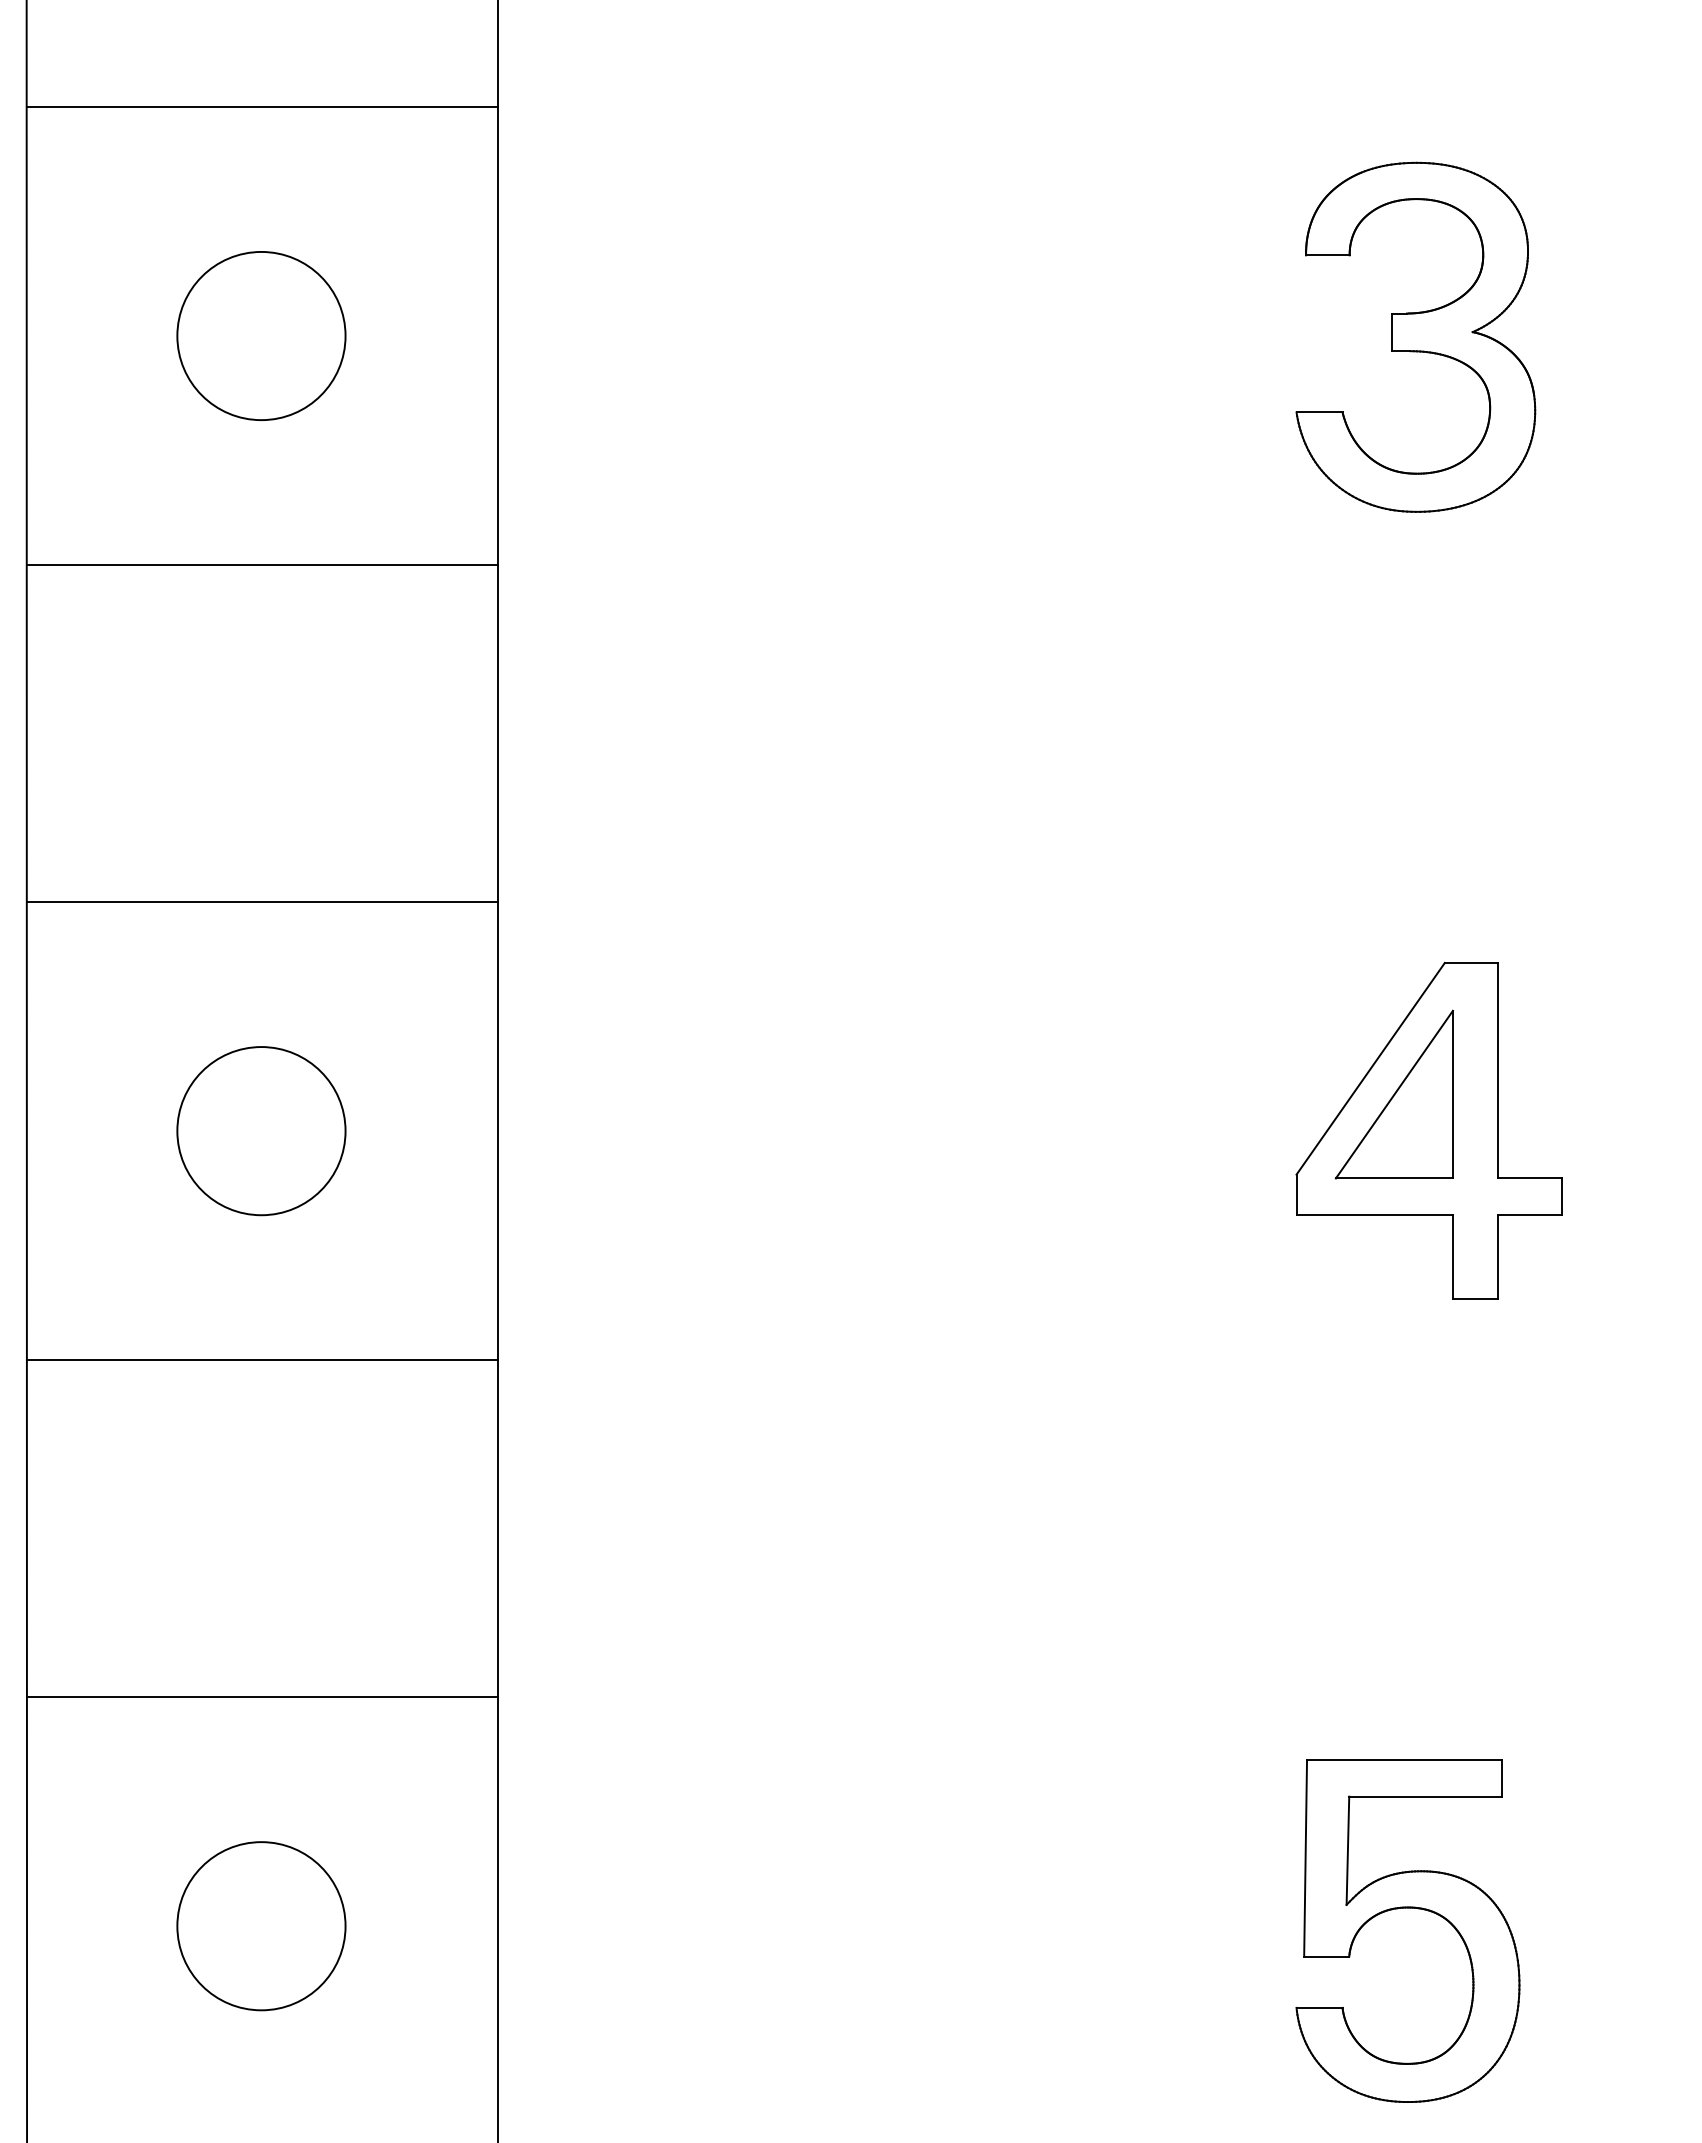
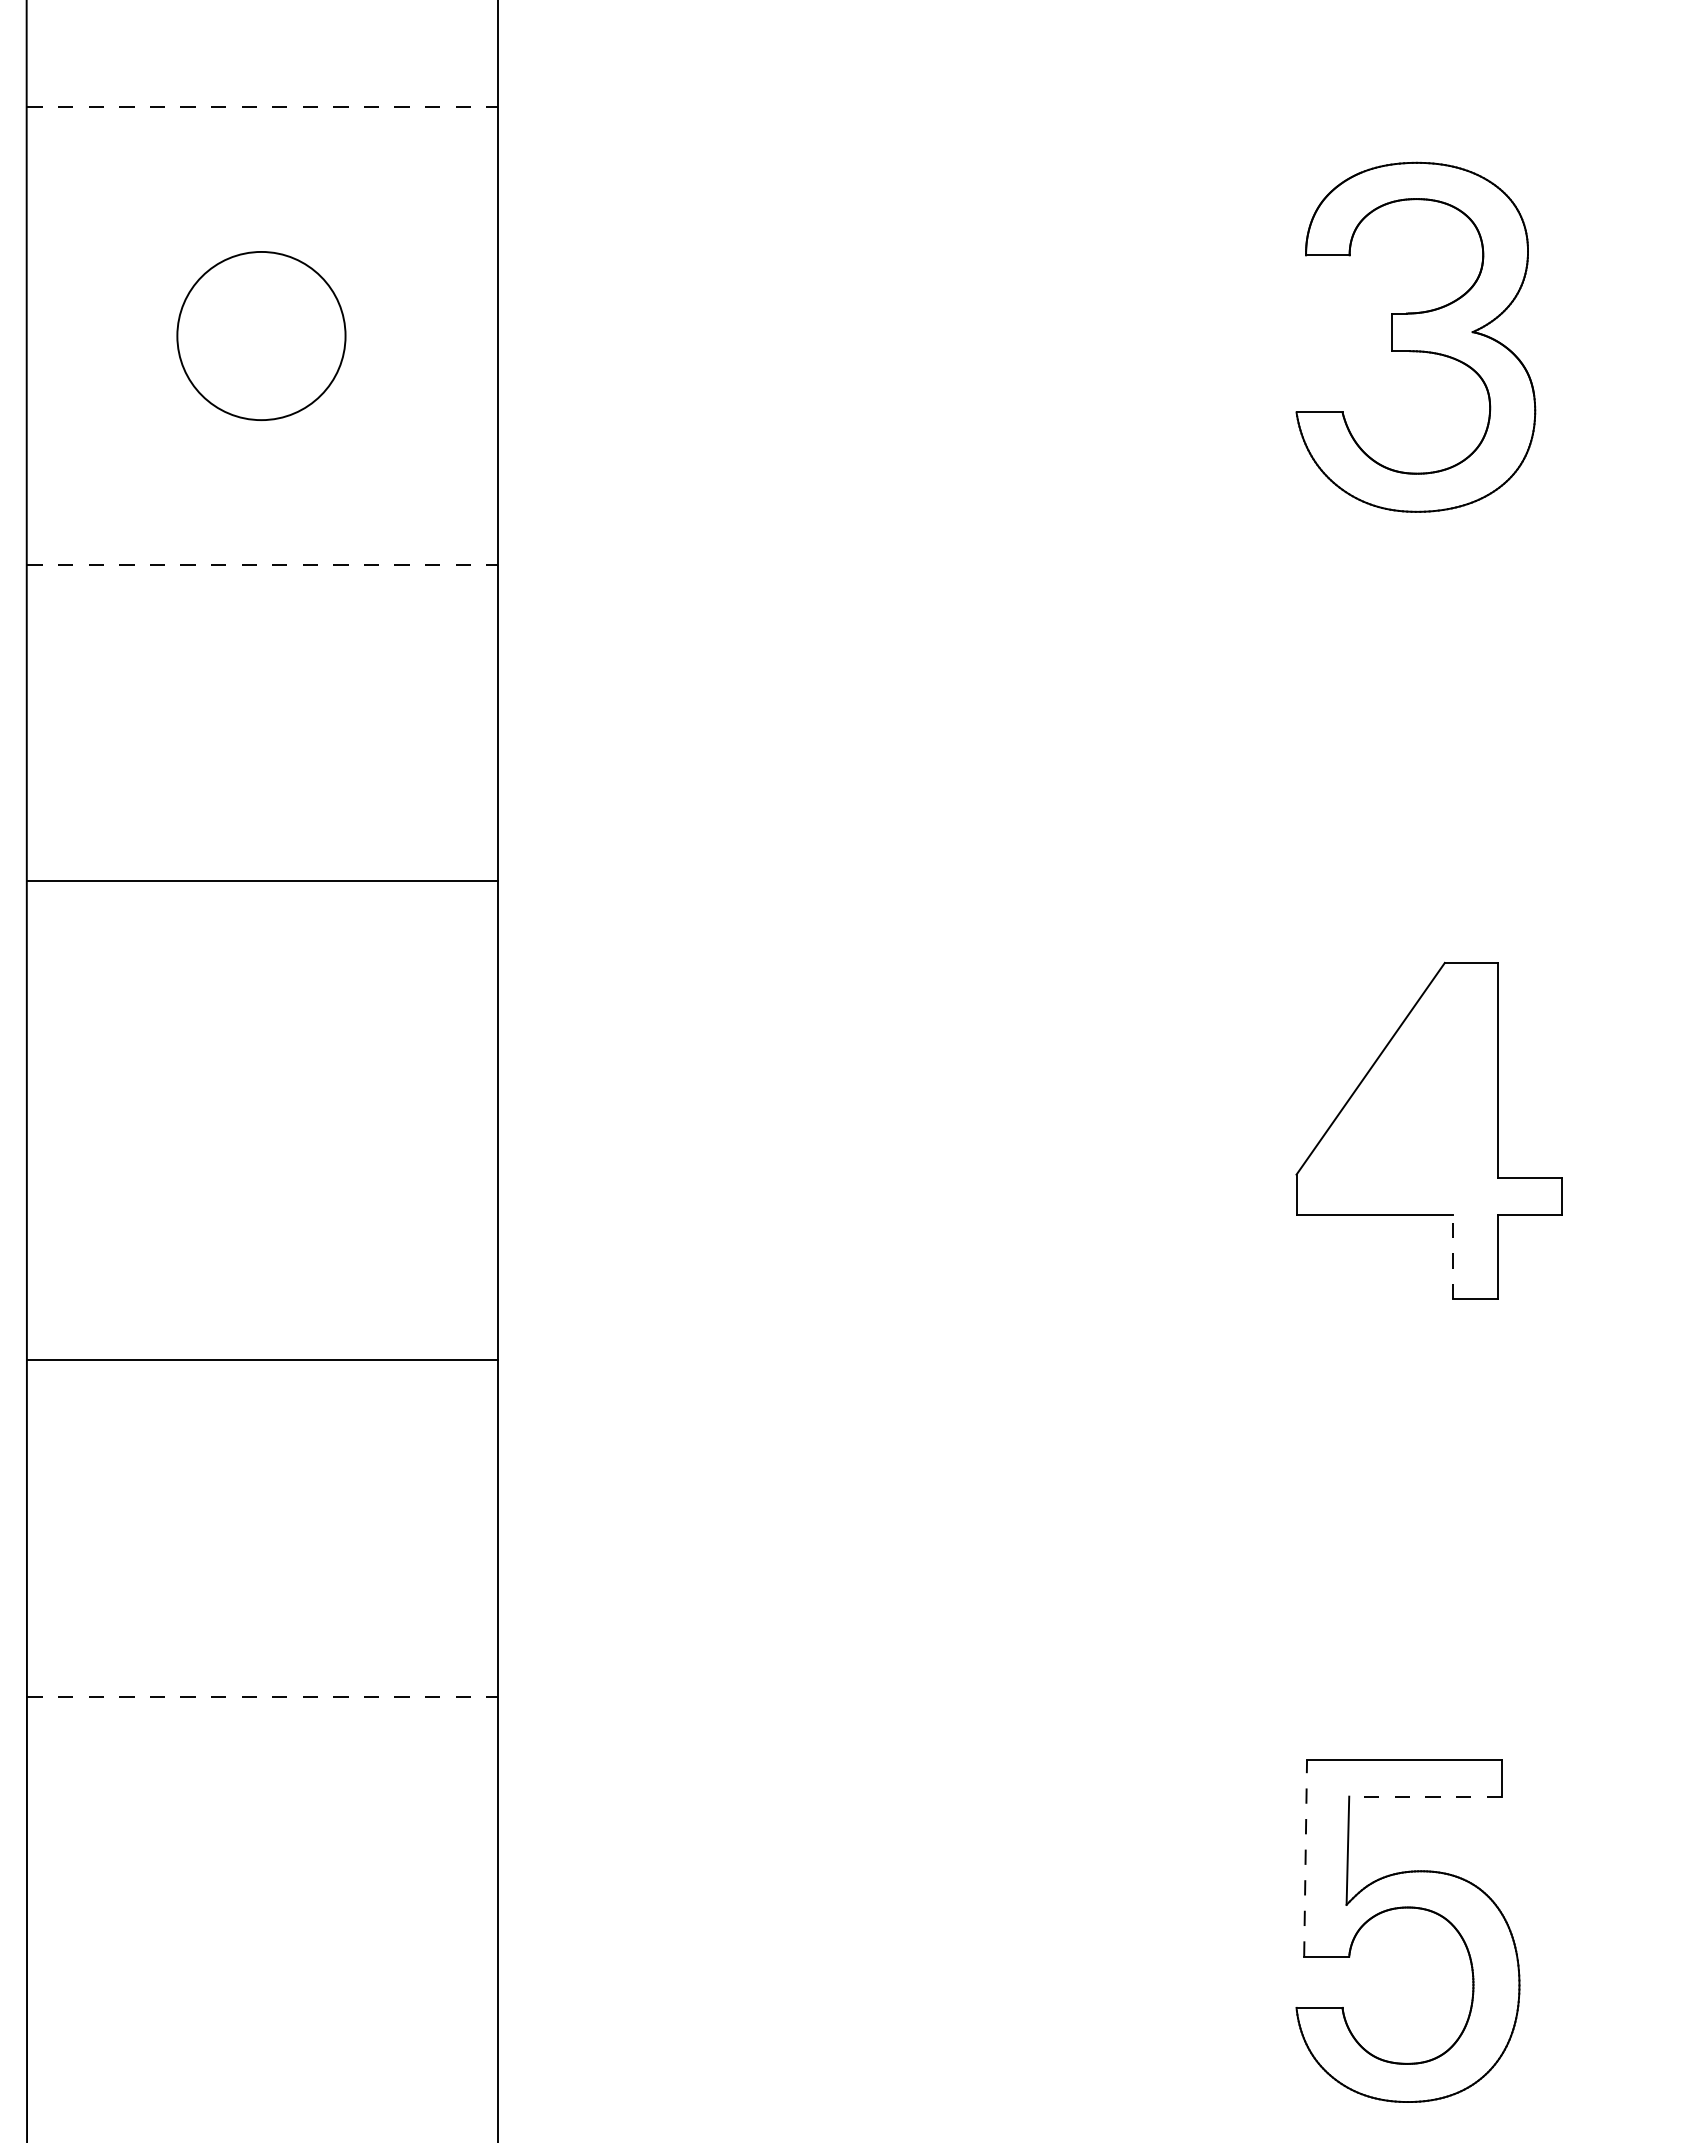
line at (263, 106): solid -> dashed
line at (263, 565): solid -> dashed
line at (262, 901) position: (262, 901) -> (262, 880)
part at (1393, 1094): present -> none
circle at (261, 1131): present -> none
line at (1452, 1256): solid -> dashed
line at (263, 1696): solid -> dashed
line at (1425, 1796): solid -> dashed
line at (1305, 1857): solid -> dashed
circle at (261, 1926): present -> none
